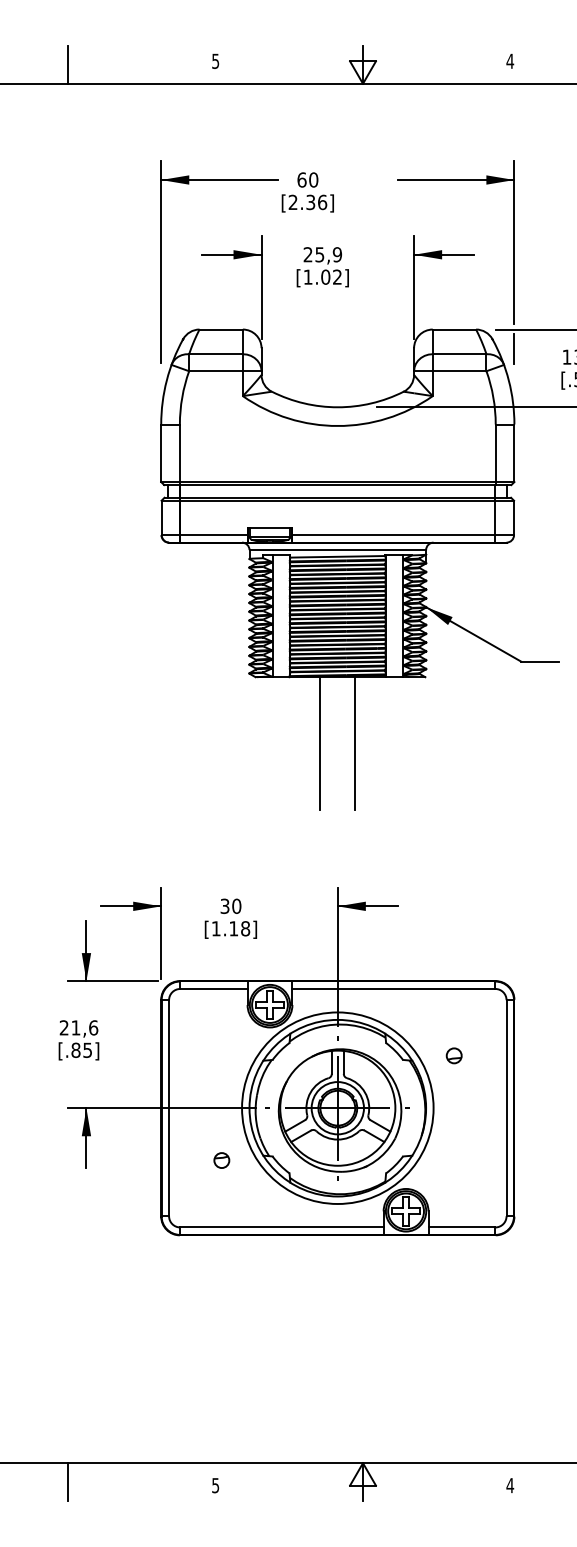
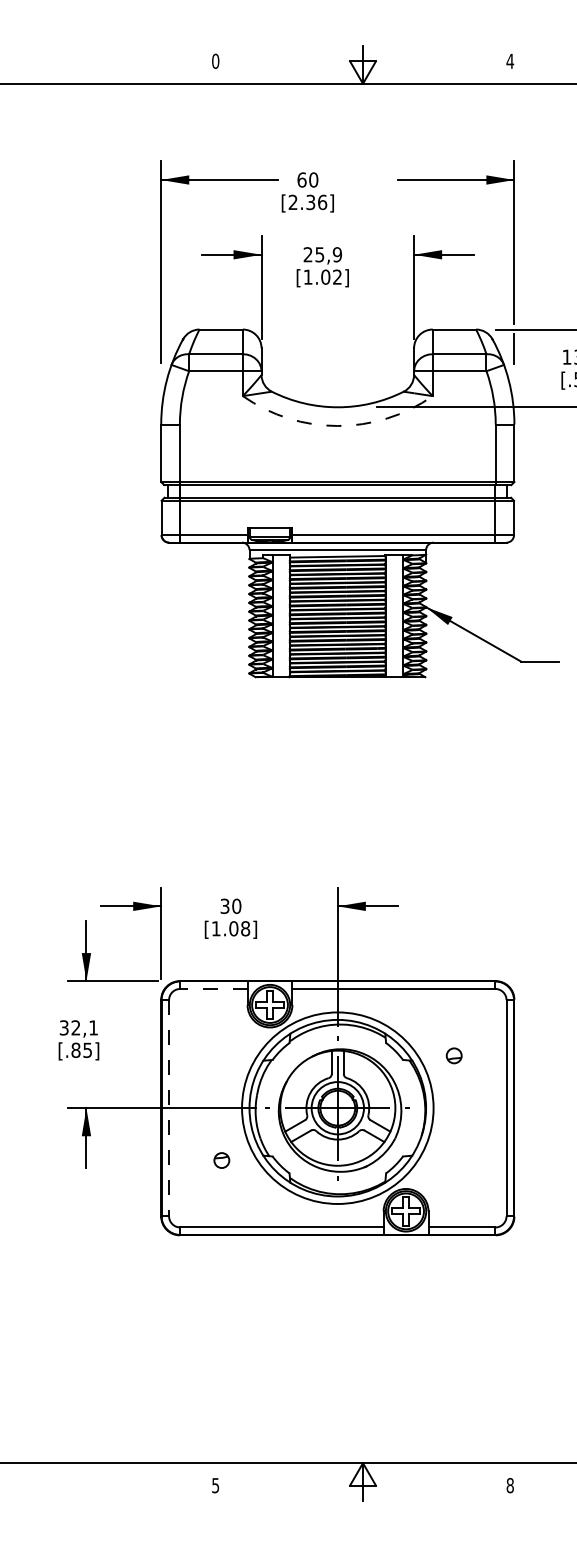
text at (215, 60): 5 -> 0
line at (68, 64): present -> none
arc at (337, 426): solid -> dashed
line at (320, 743): present -> none
line at (355, 743): present -> none
text at (233, 928): [1.18] -> [1.08]
line at (213, 988): solid -> dashed
text at (78, 1027): 21,6 -> 32,1
line at (169, 1108): solid -> dashed
line at (68, 1481): present -> none
text at (510, 1485): 4 -> 8
